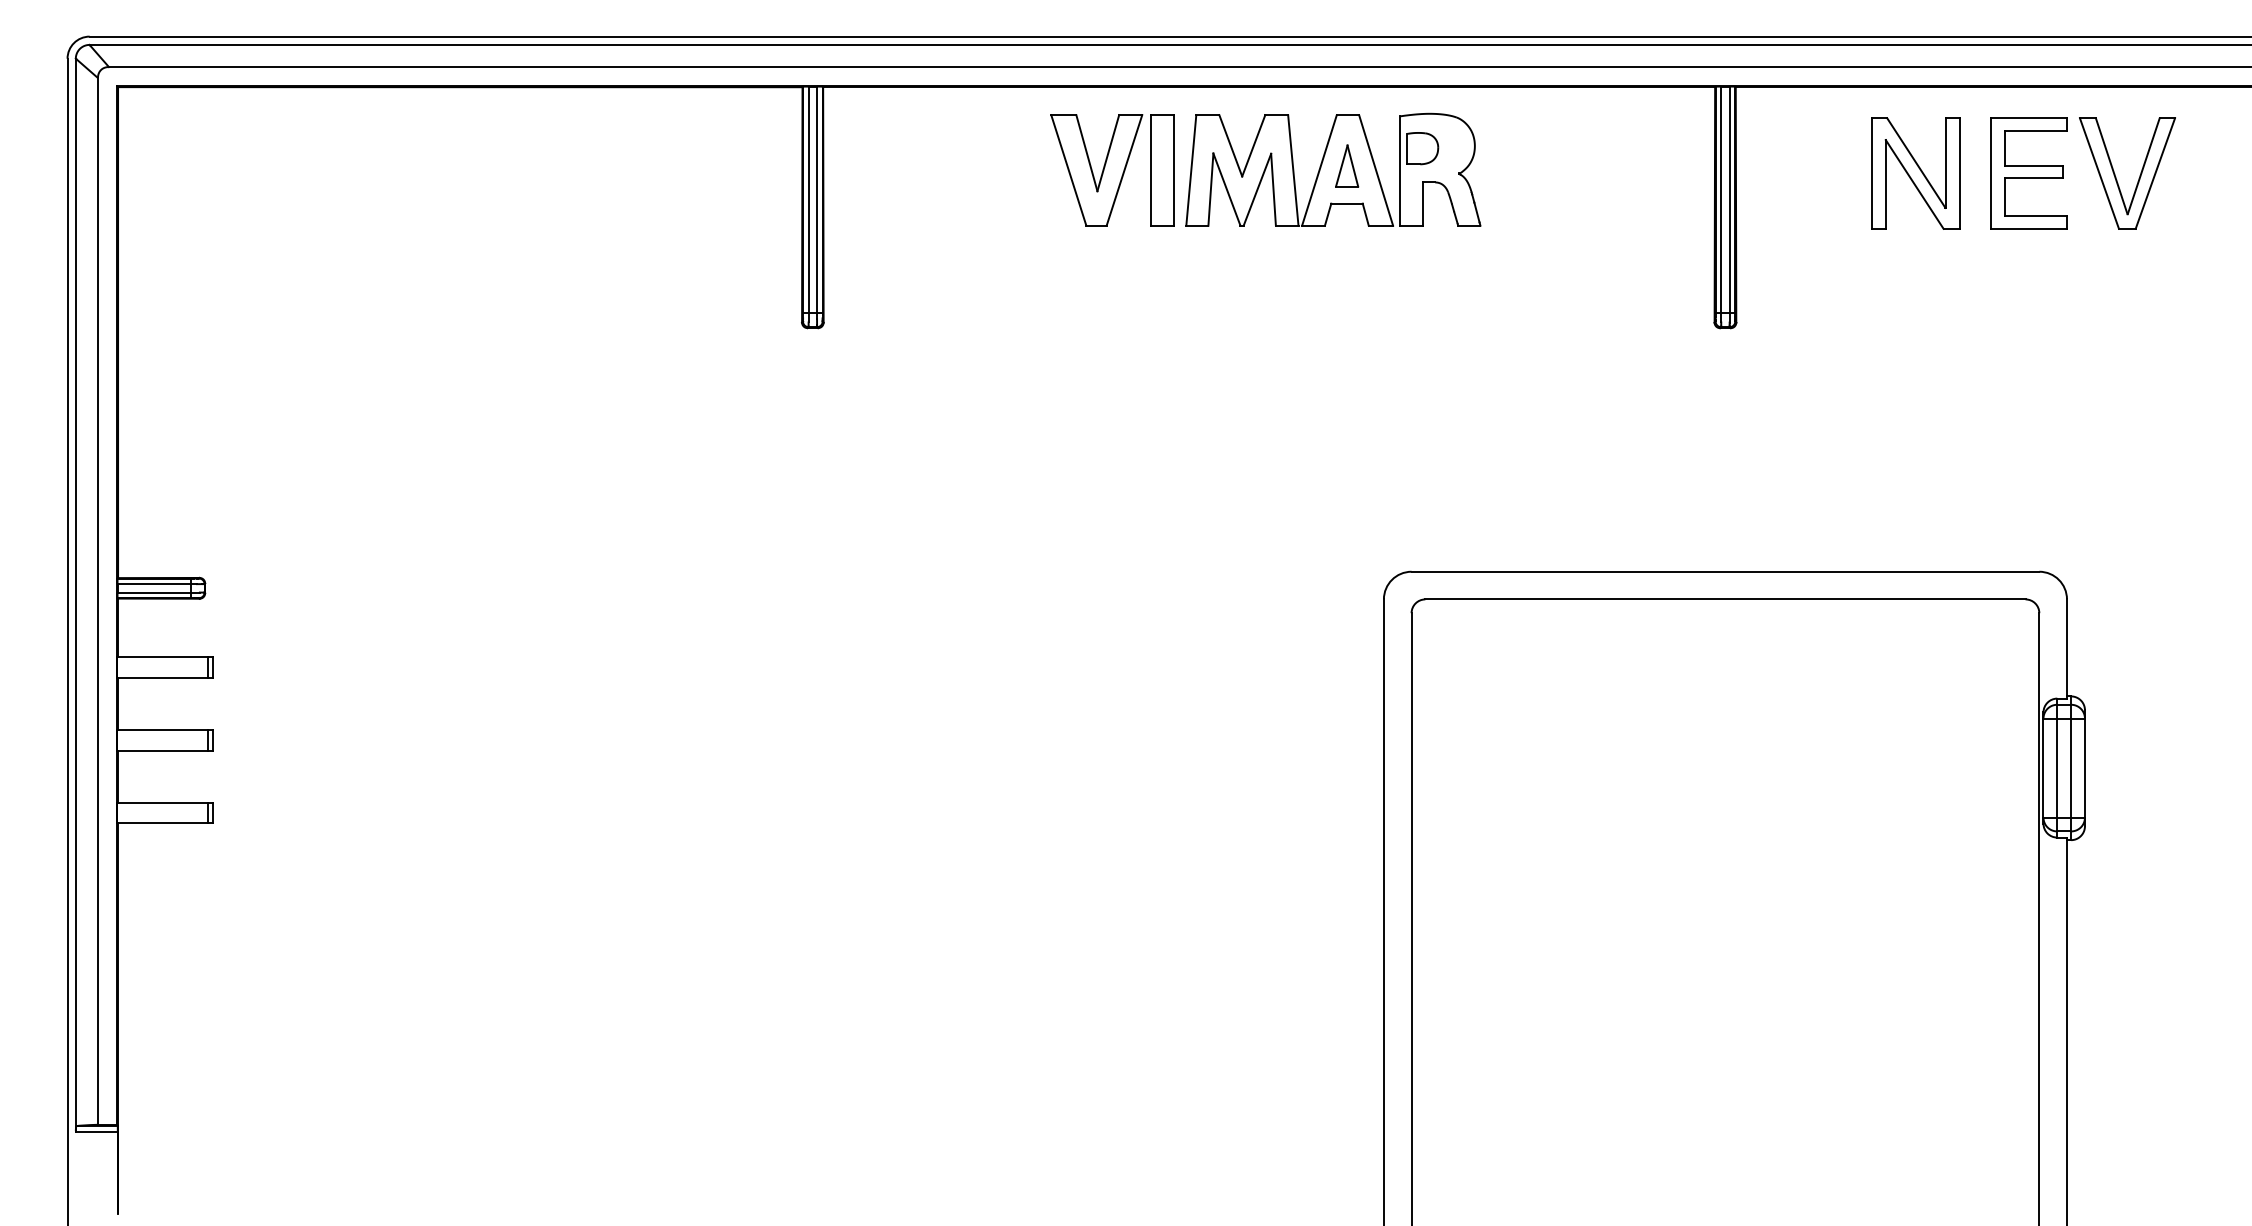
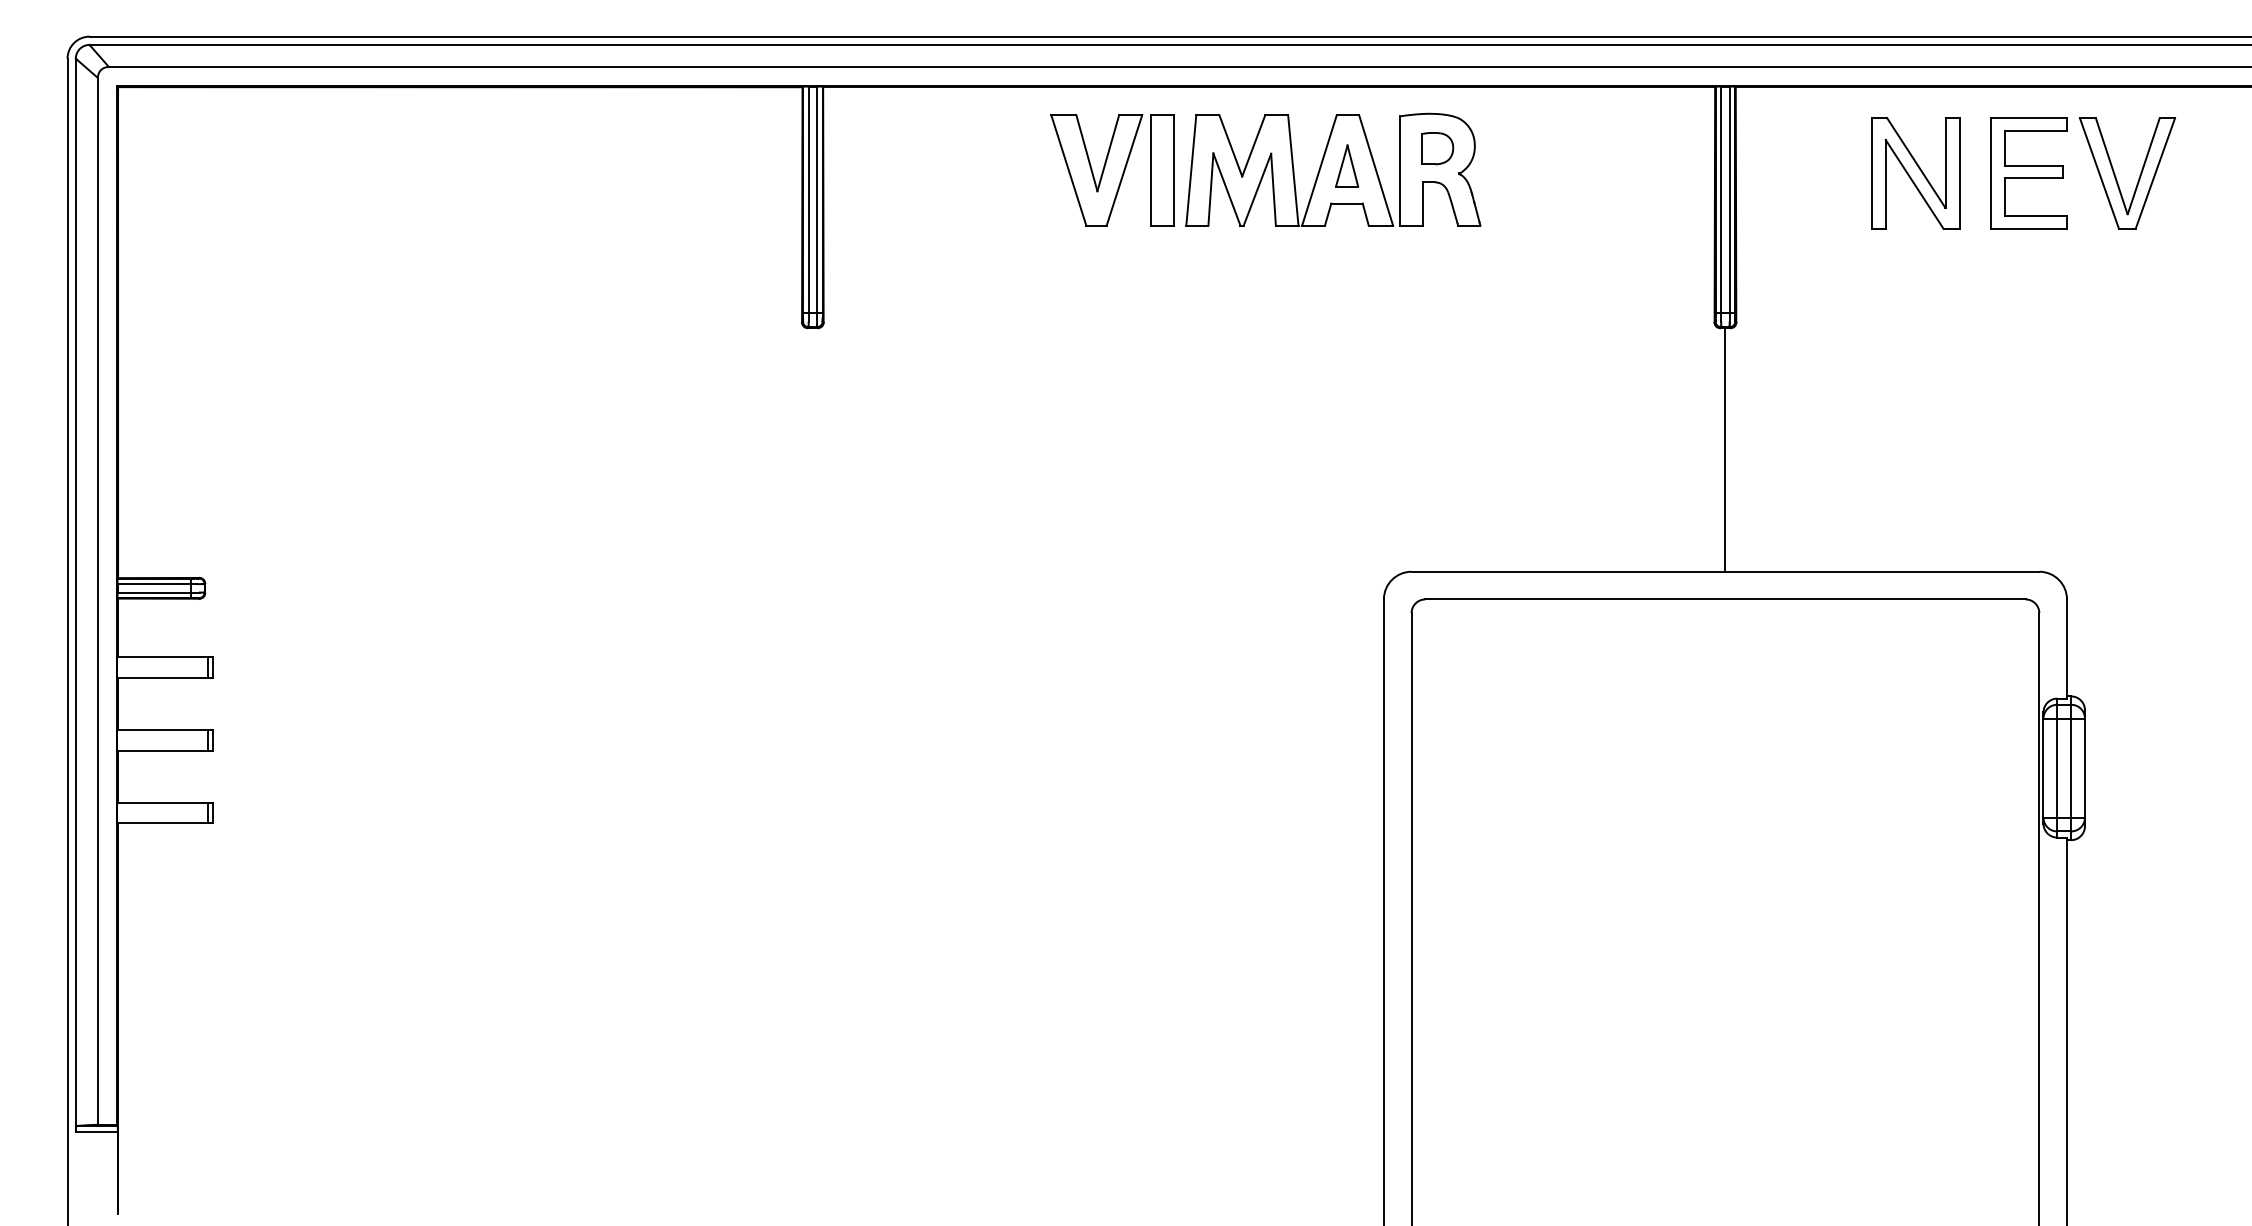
part at (1422, 148) position: (1422, 148) -> (1437, 148)
line at (1725, 449): none -> present
